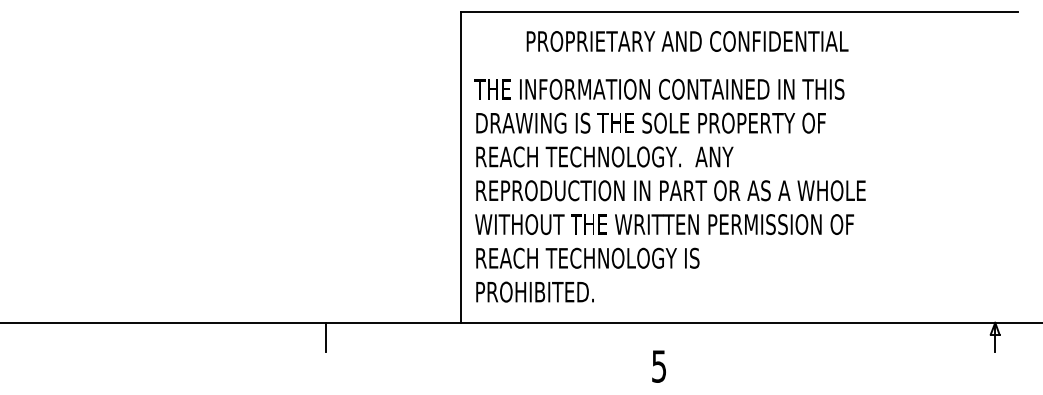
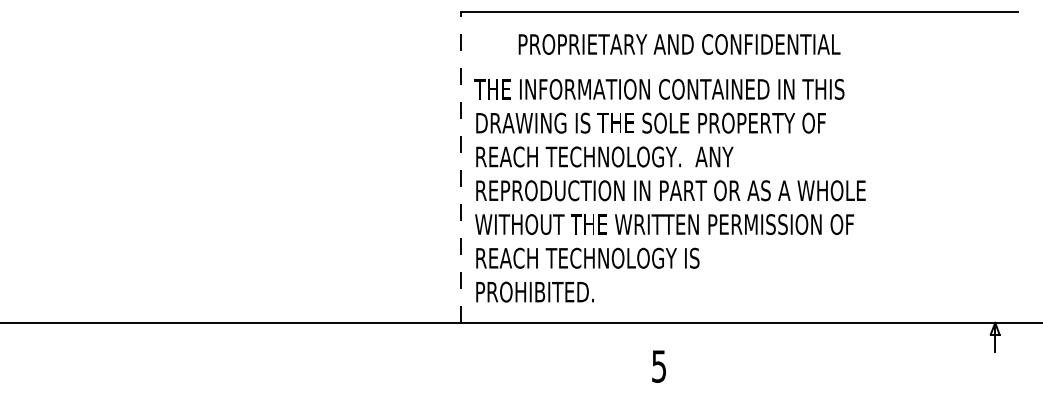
text at (687, 41) position: (687, 41) -> (679, 44)
line at (461, 166): solid -> dashed
line at (325, 336): present -> none
